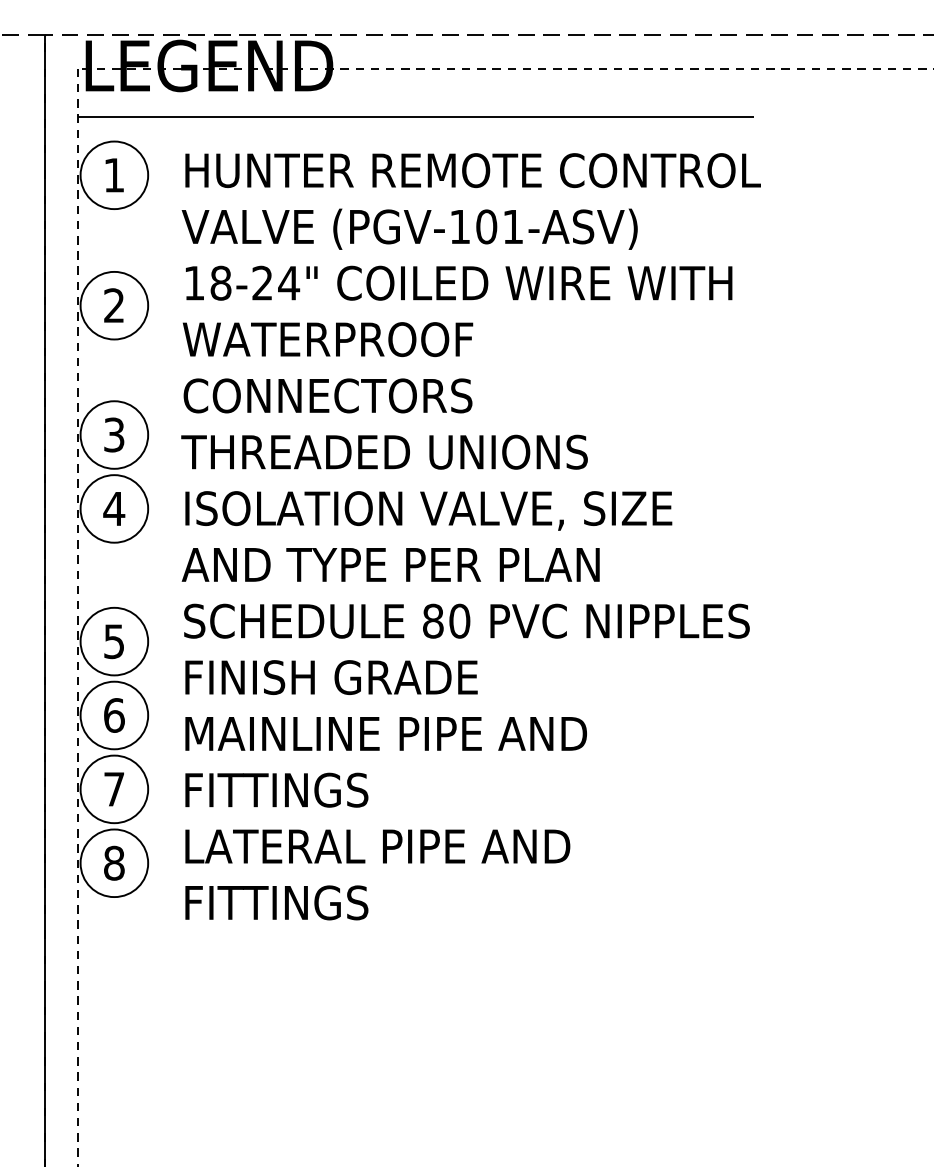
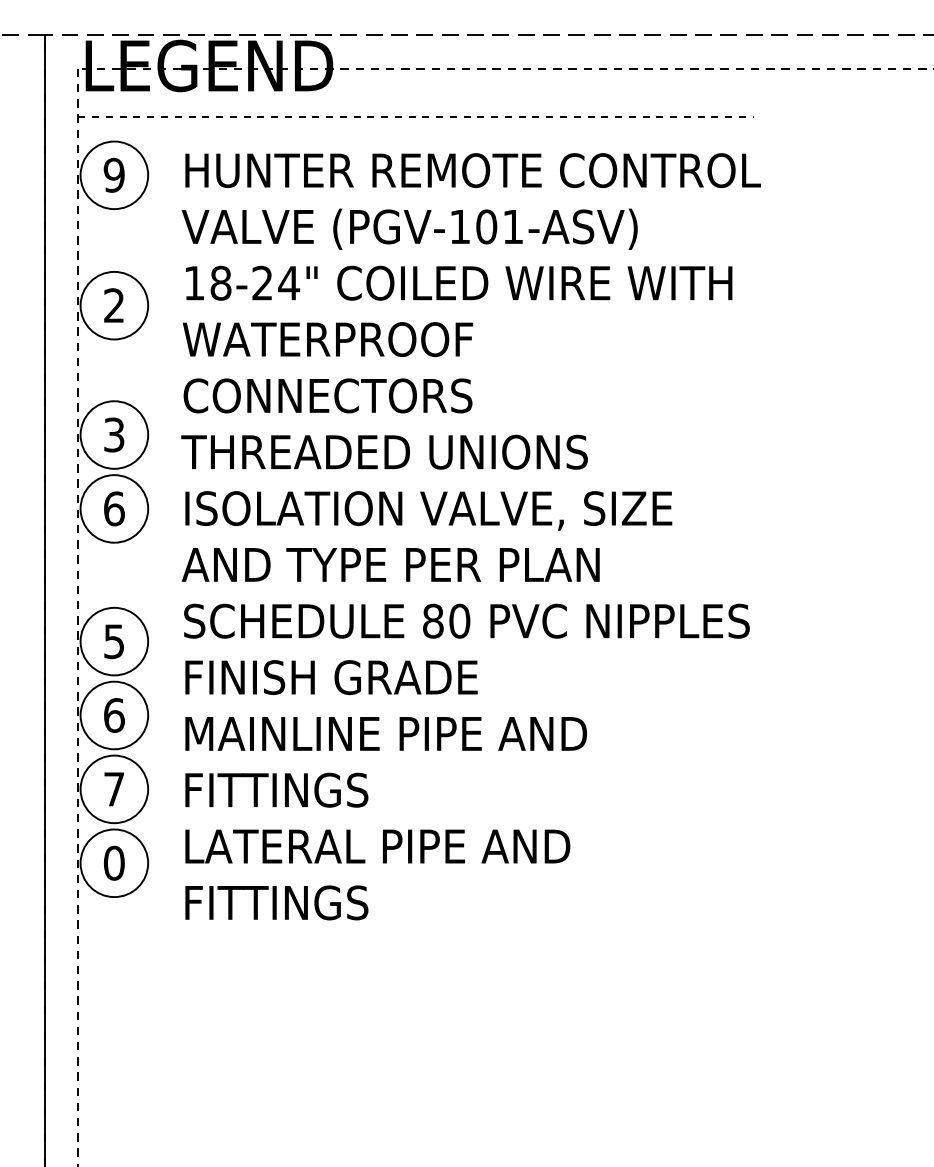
line at (416, 117): solid -> dashed
text at (113, 174): 1 -> 9
text at (114, 508): 4 -> 6
text at (113, 863): 8 -> 0
